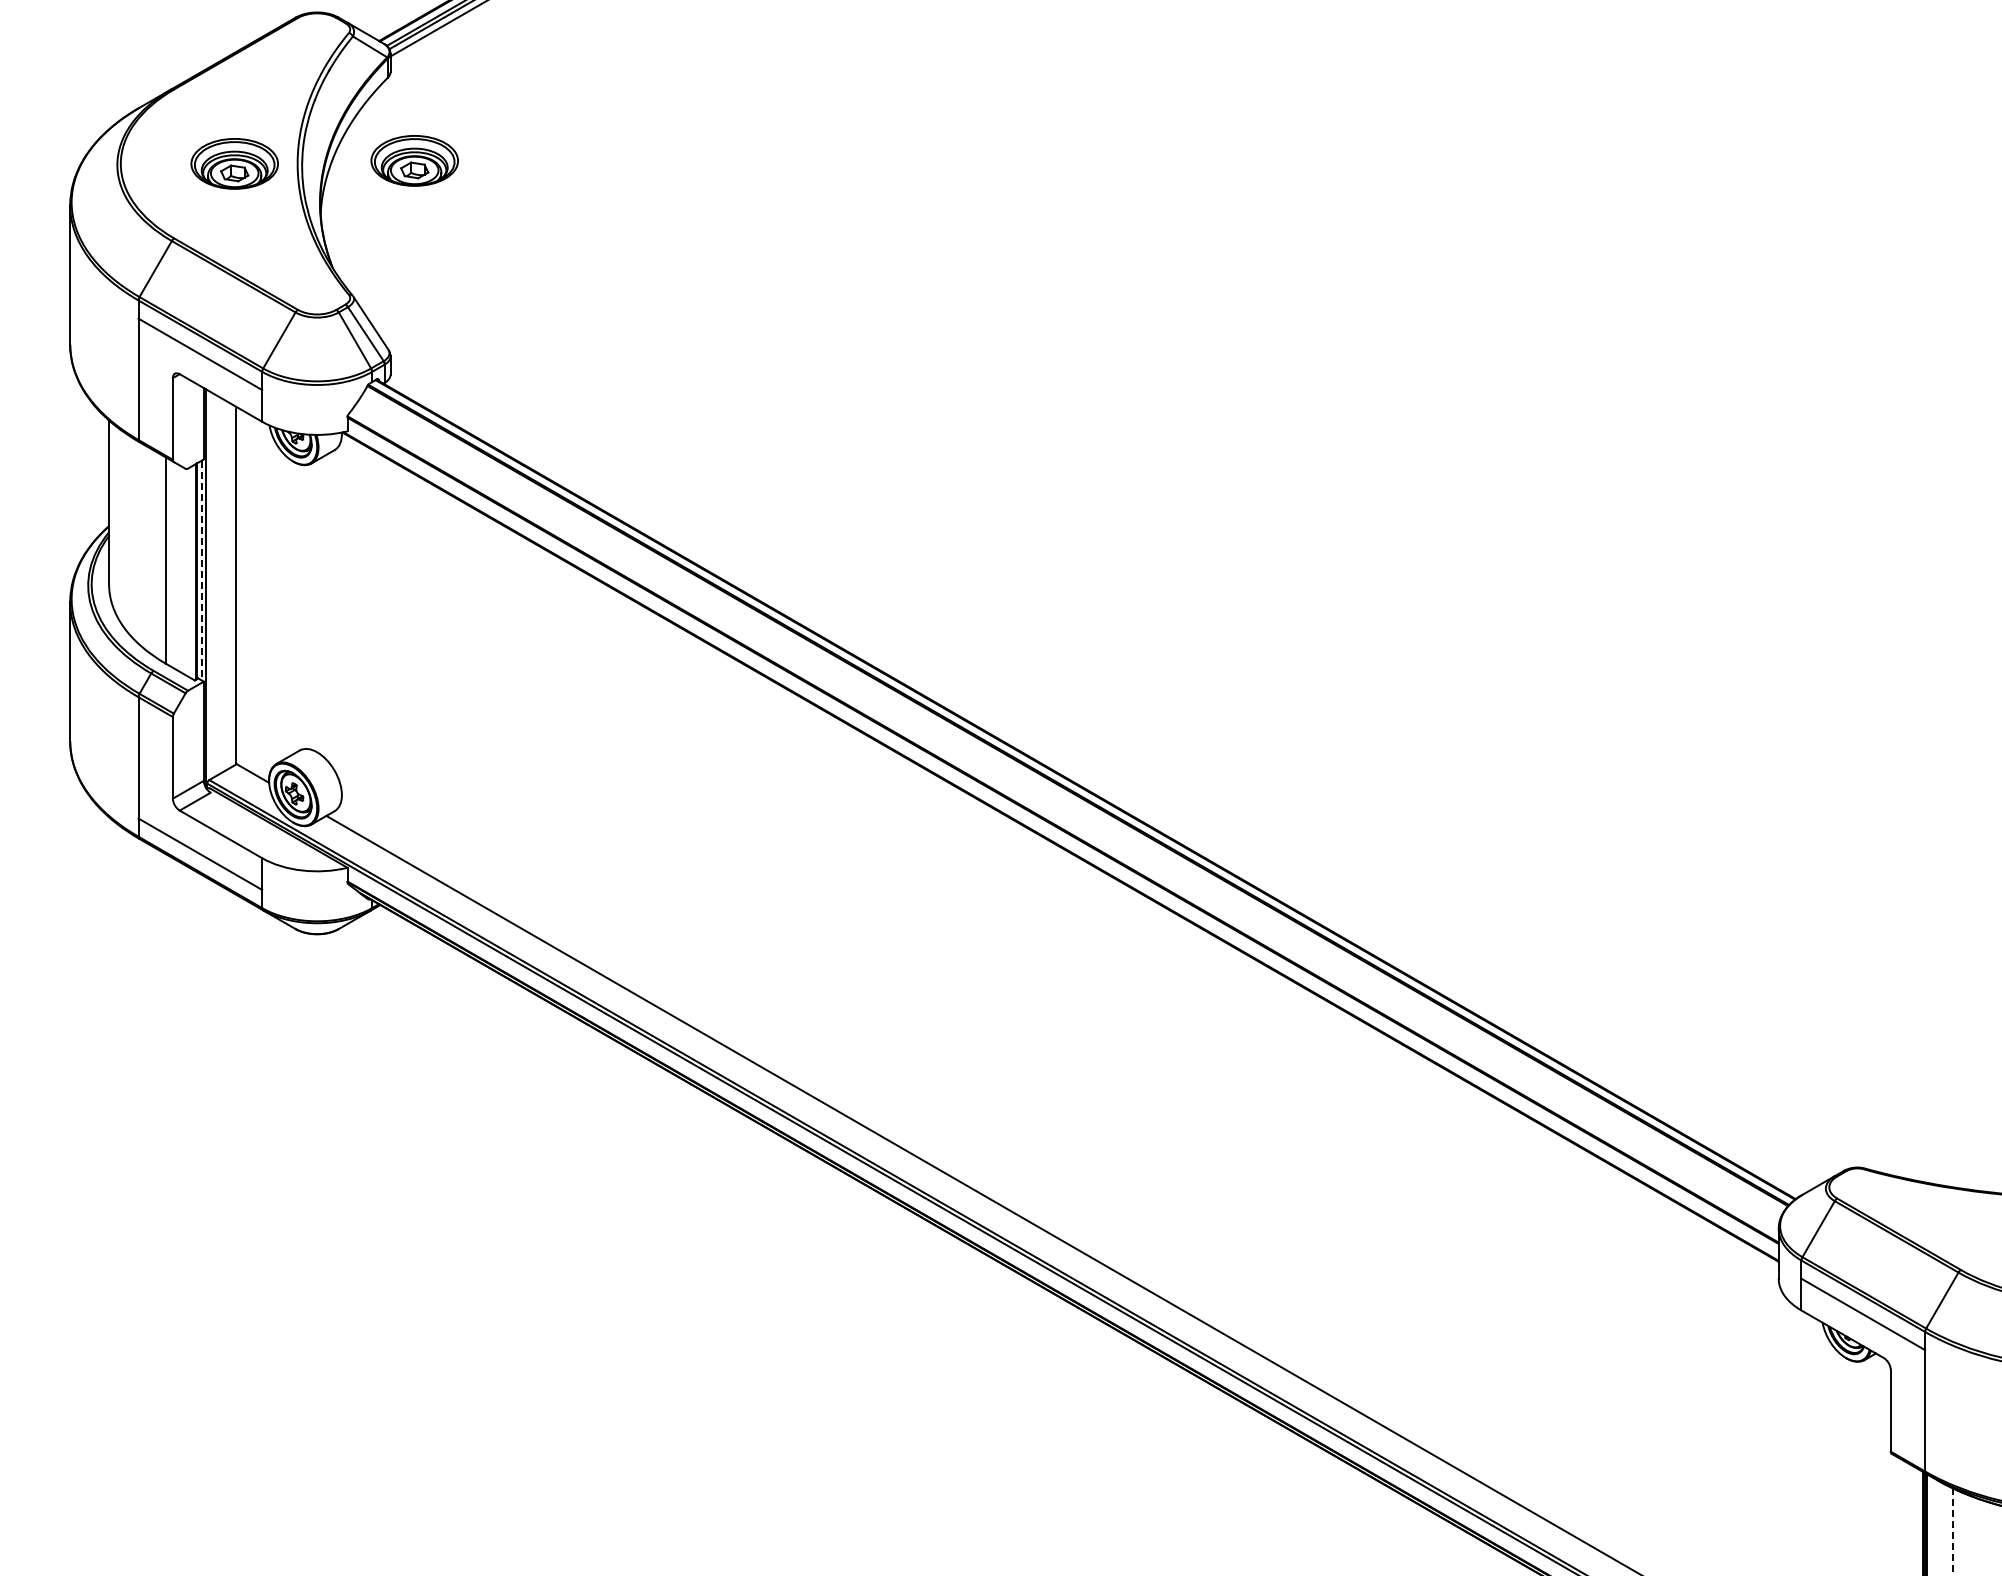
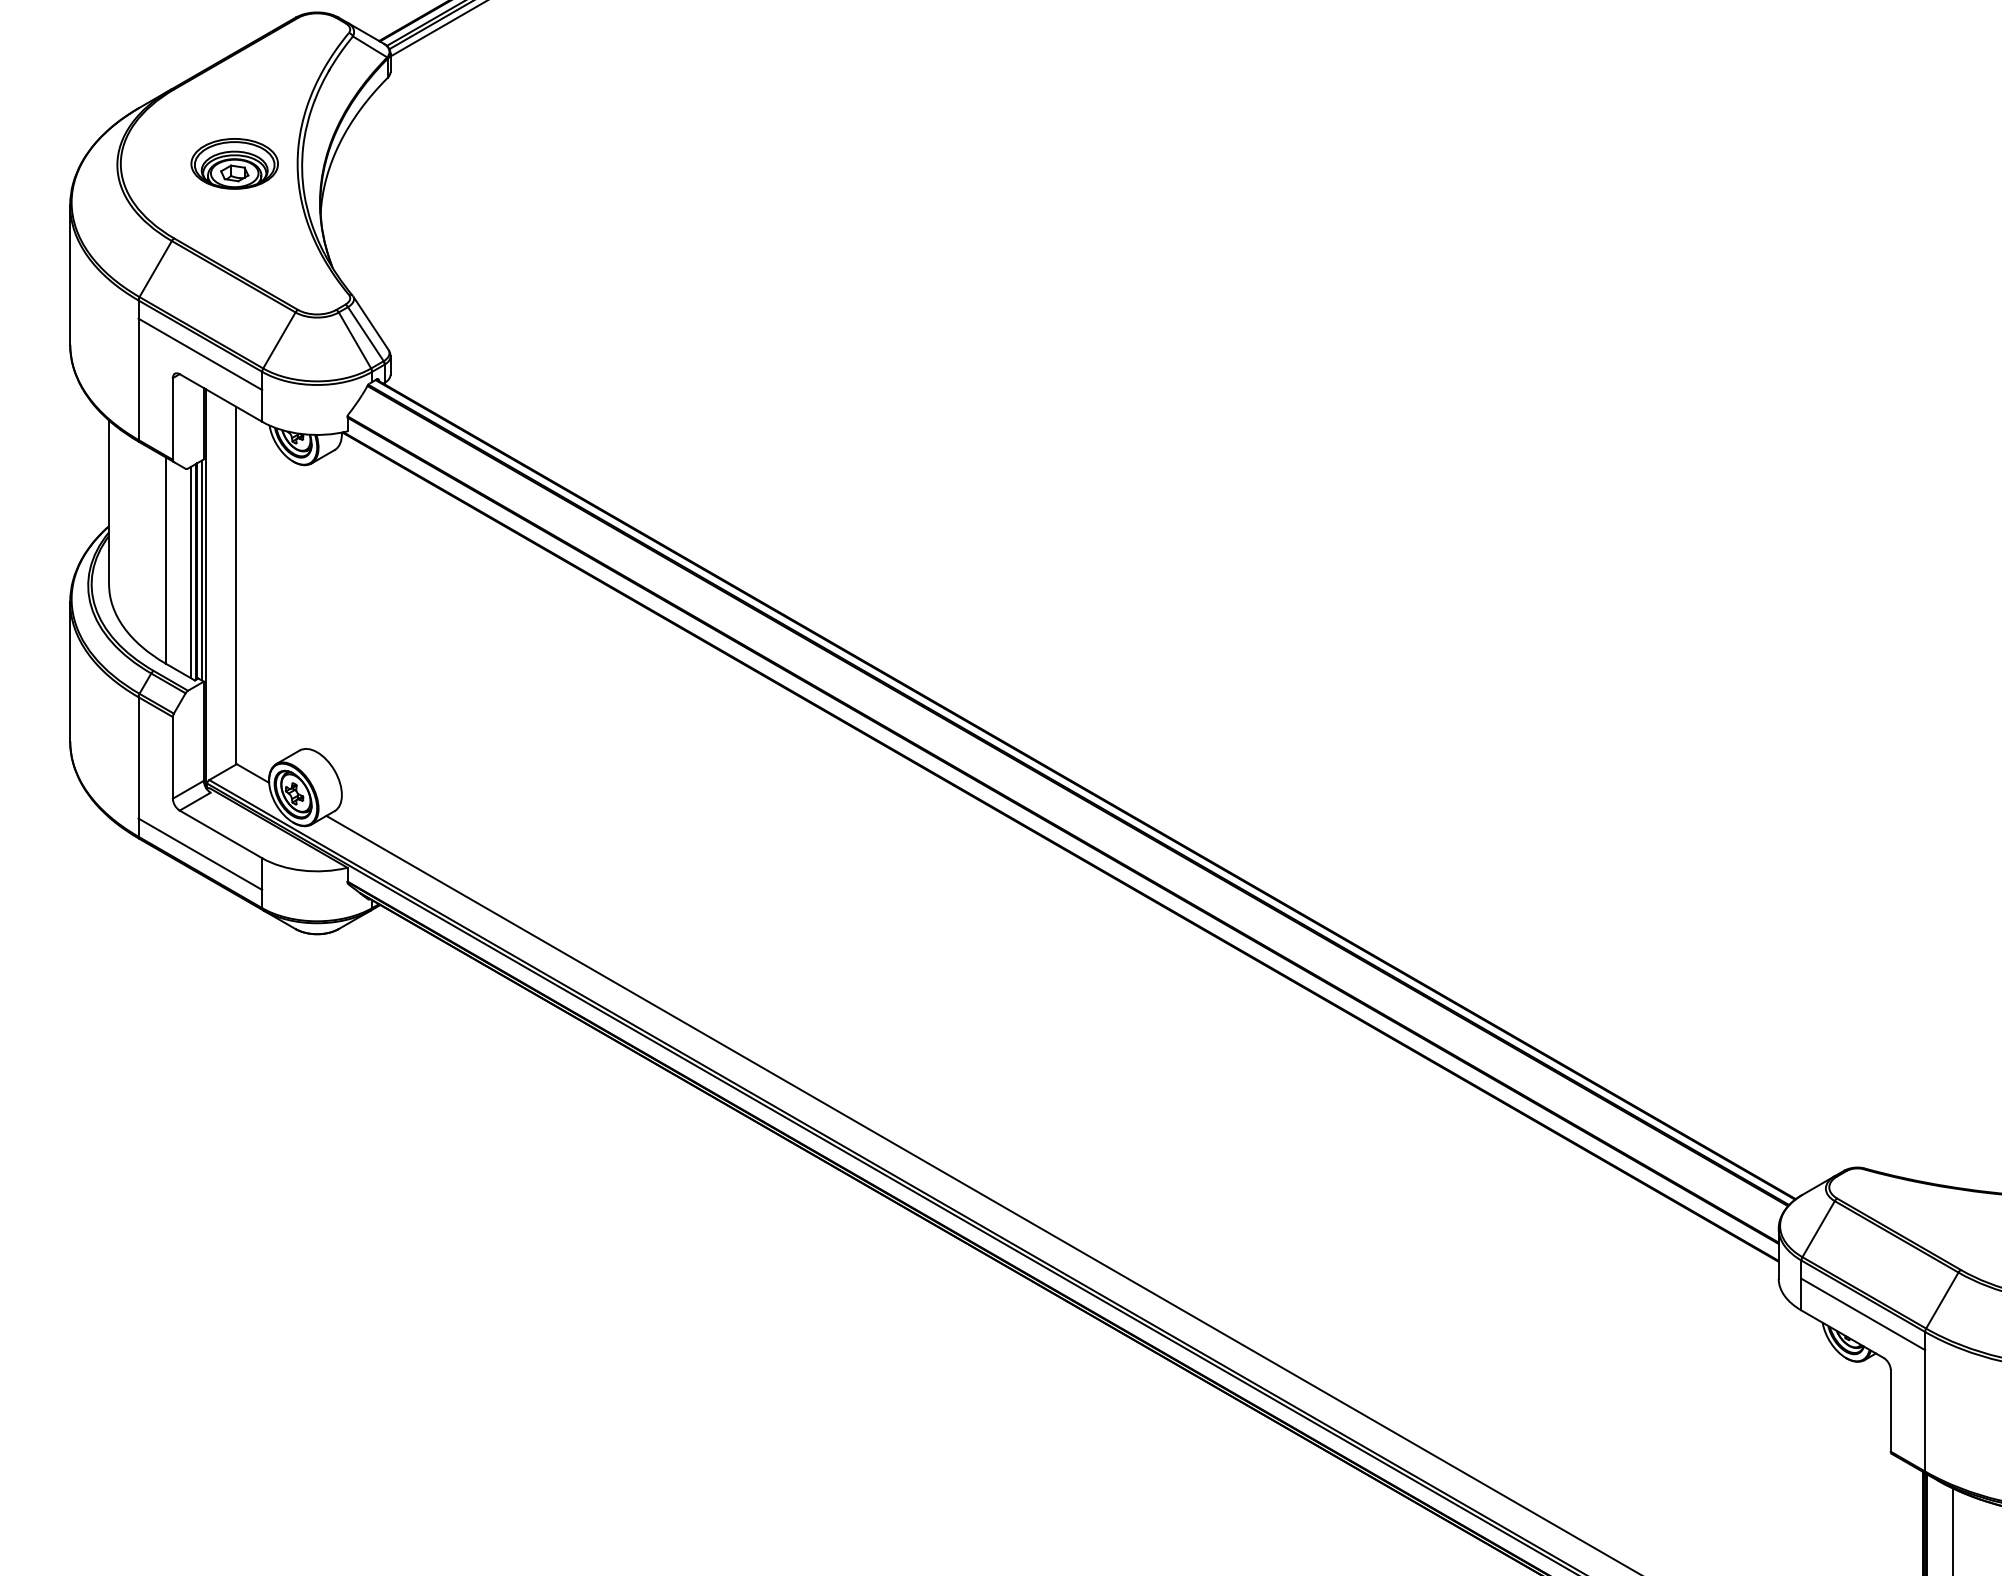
part at (414, 160): present -> none
line at (201, 570): dashed -> solid
line at (191, 572): none -> present
line at (1952, 1532): dashed -> solid
